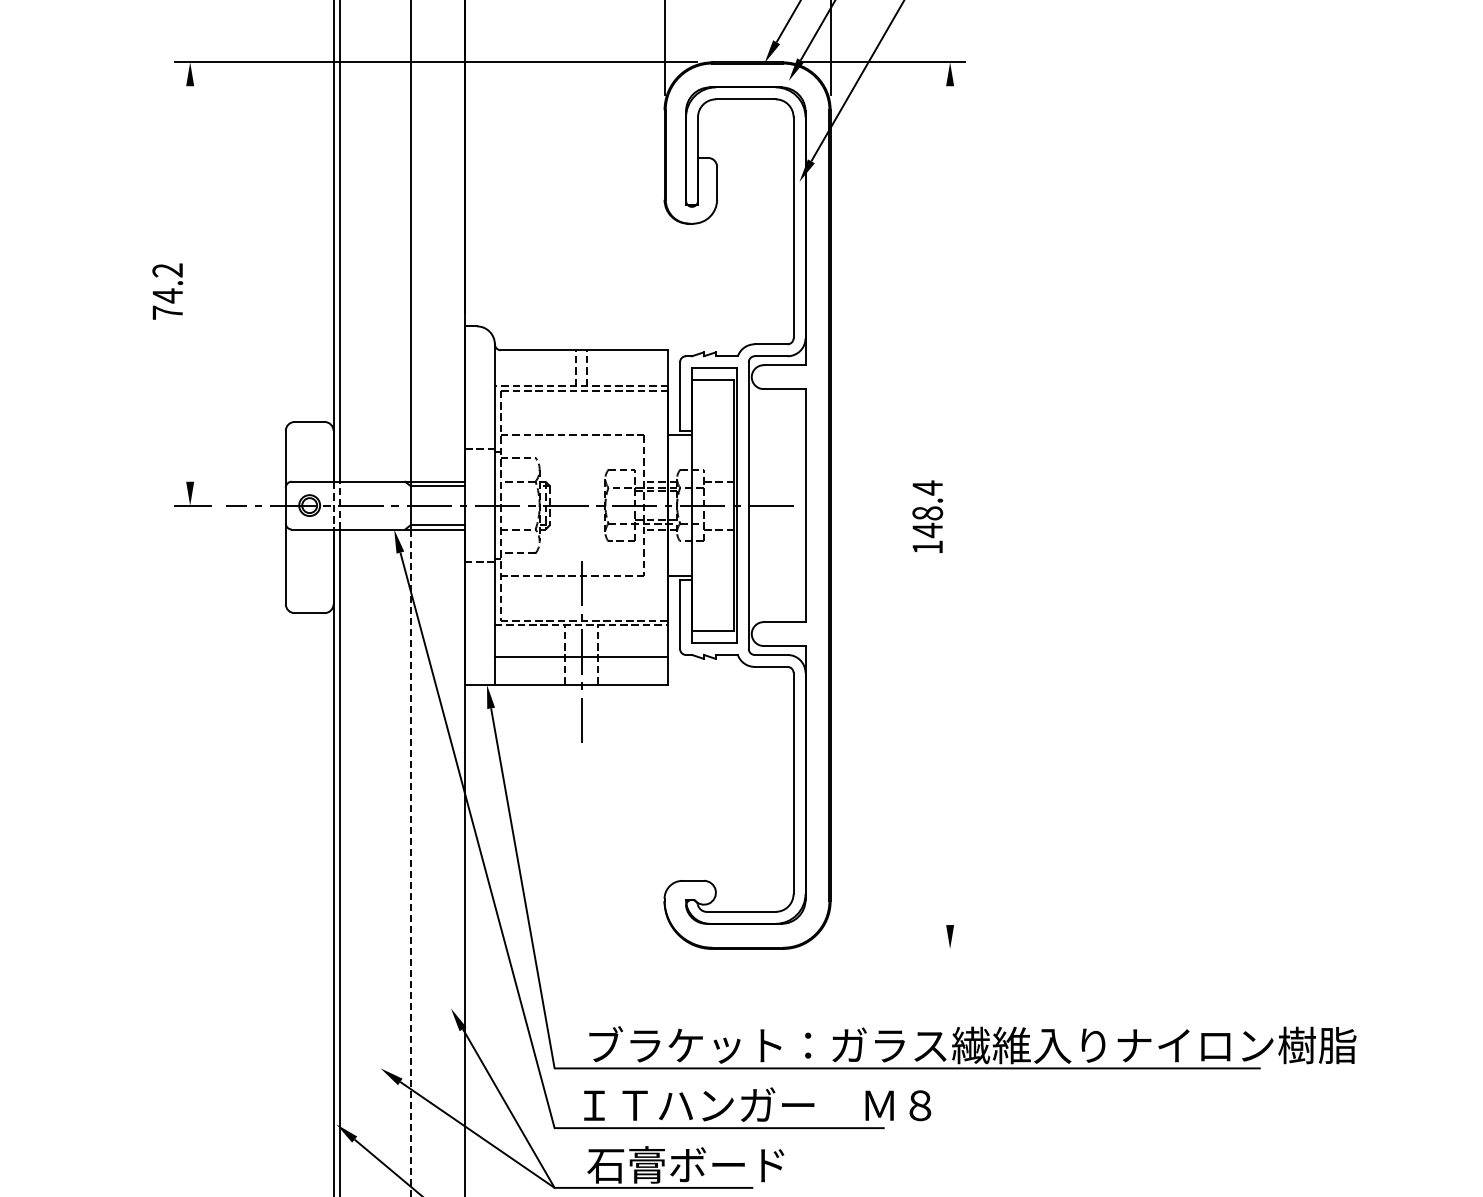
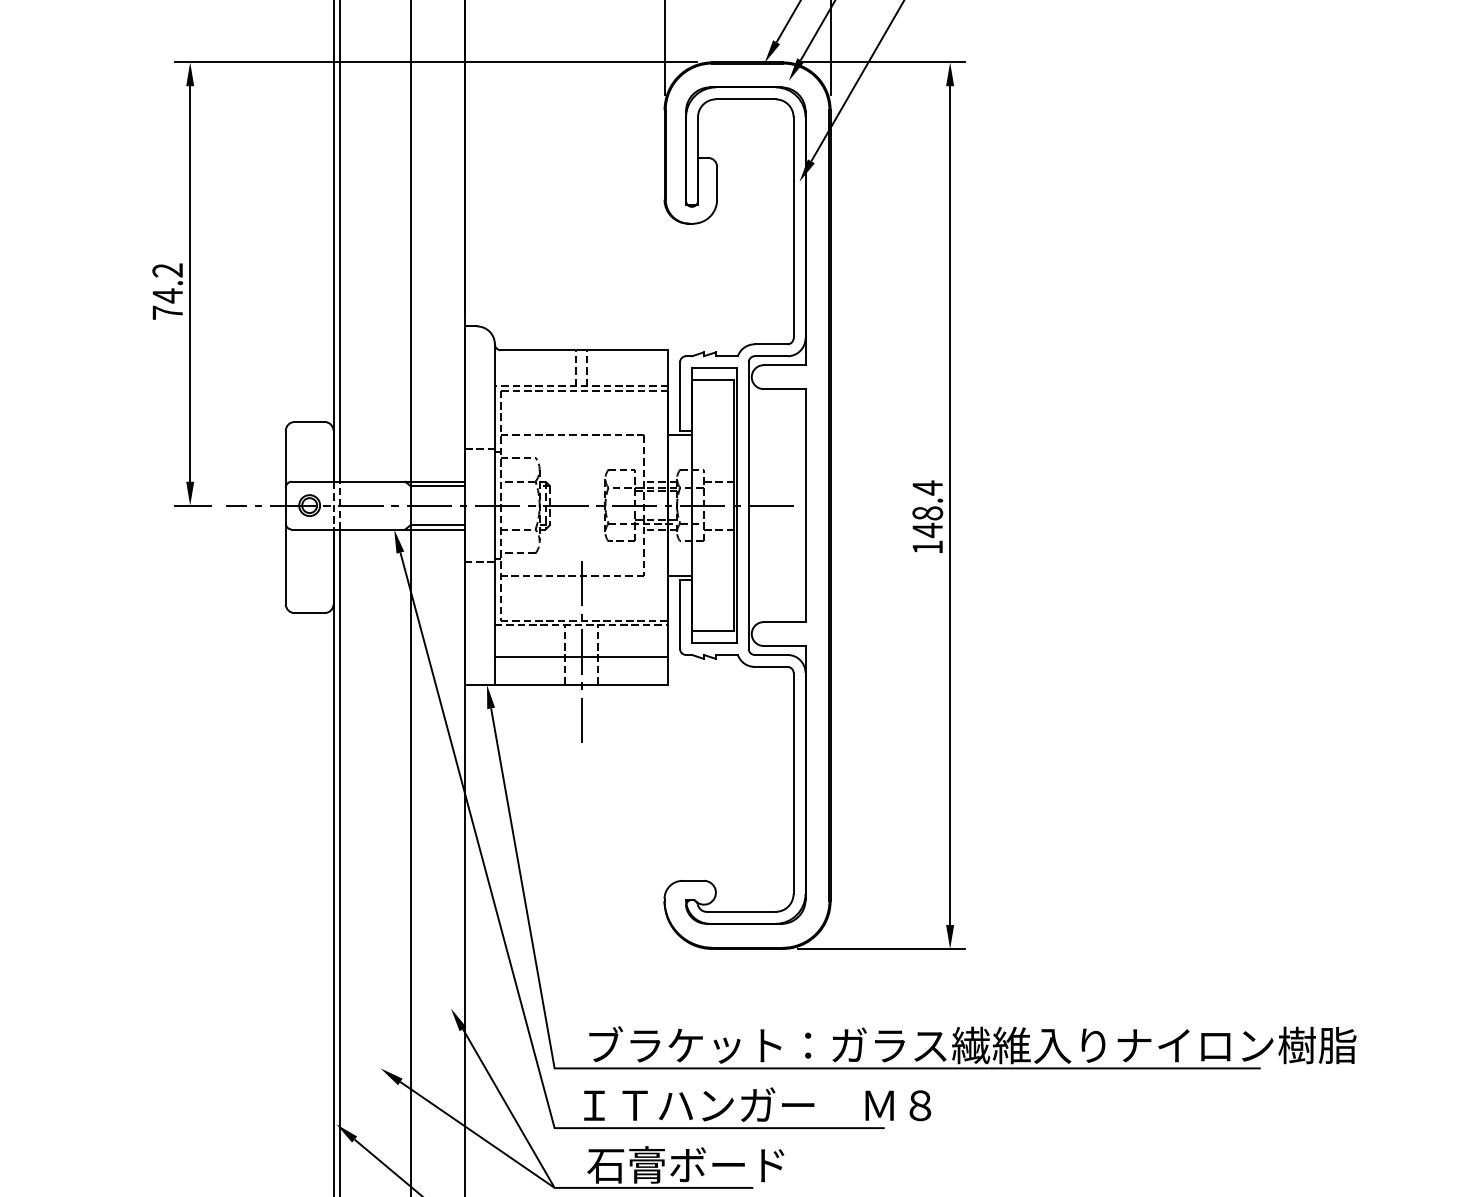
line at (190, 283): none -> present
line at (950, 505): none -> present
line at (411, 862): dashed -> solid
line at (881, 948): none -> present
